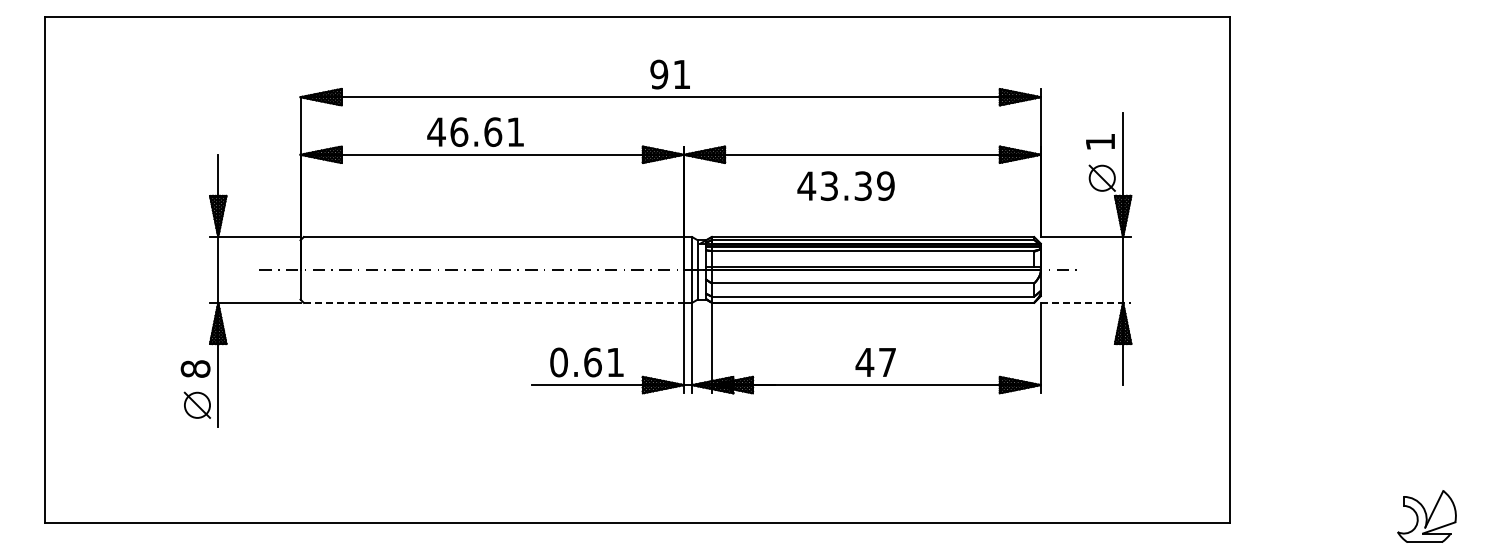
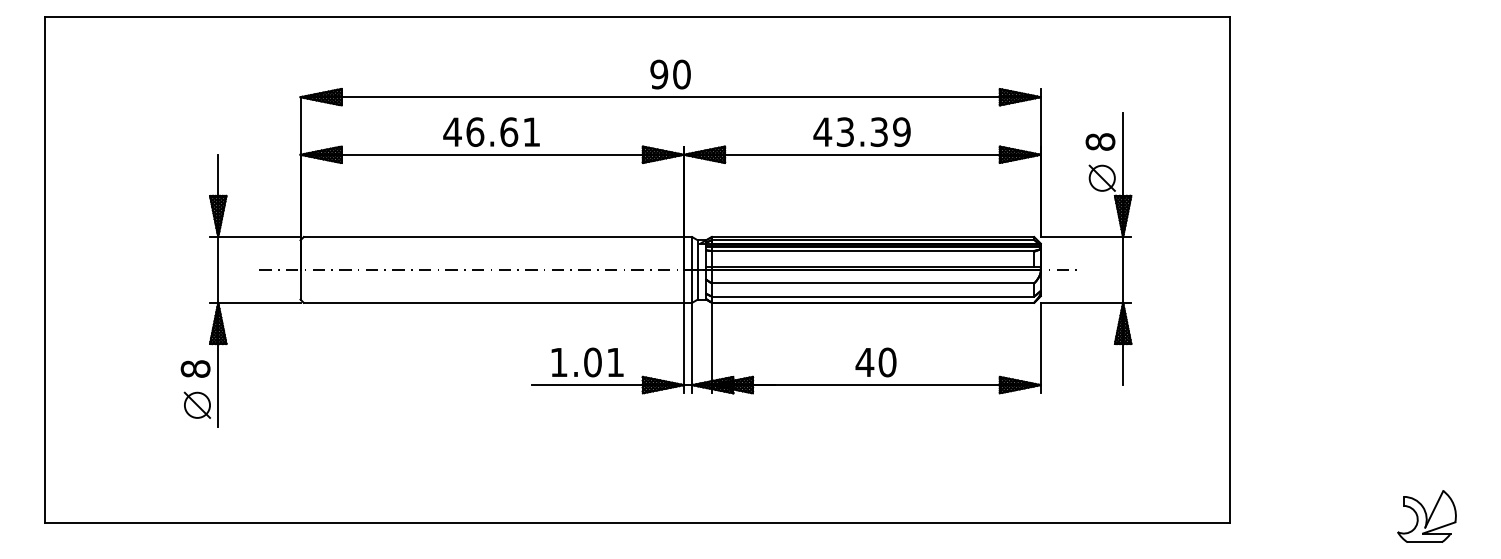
text at (681, 74): 91 -> 90
text at (475, 131) position: (475, 131) -> (491, 131)
text at (1100, 141): 1 -> 8
text at (845, 185) position: (845, 185) -> (861, 131)
line at (494, 302): dashed -> solid
line at (1086, 302): dashed -> solid
text at (575, 362): 0.61 -> 1.01
text at (887, 362): 47 -> 40
